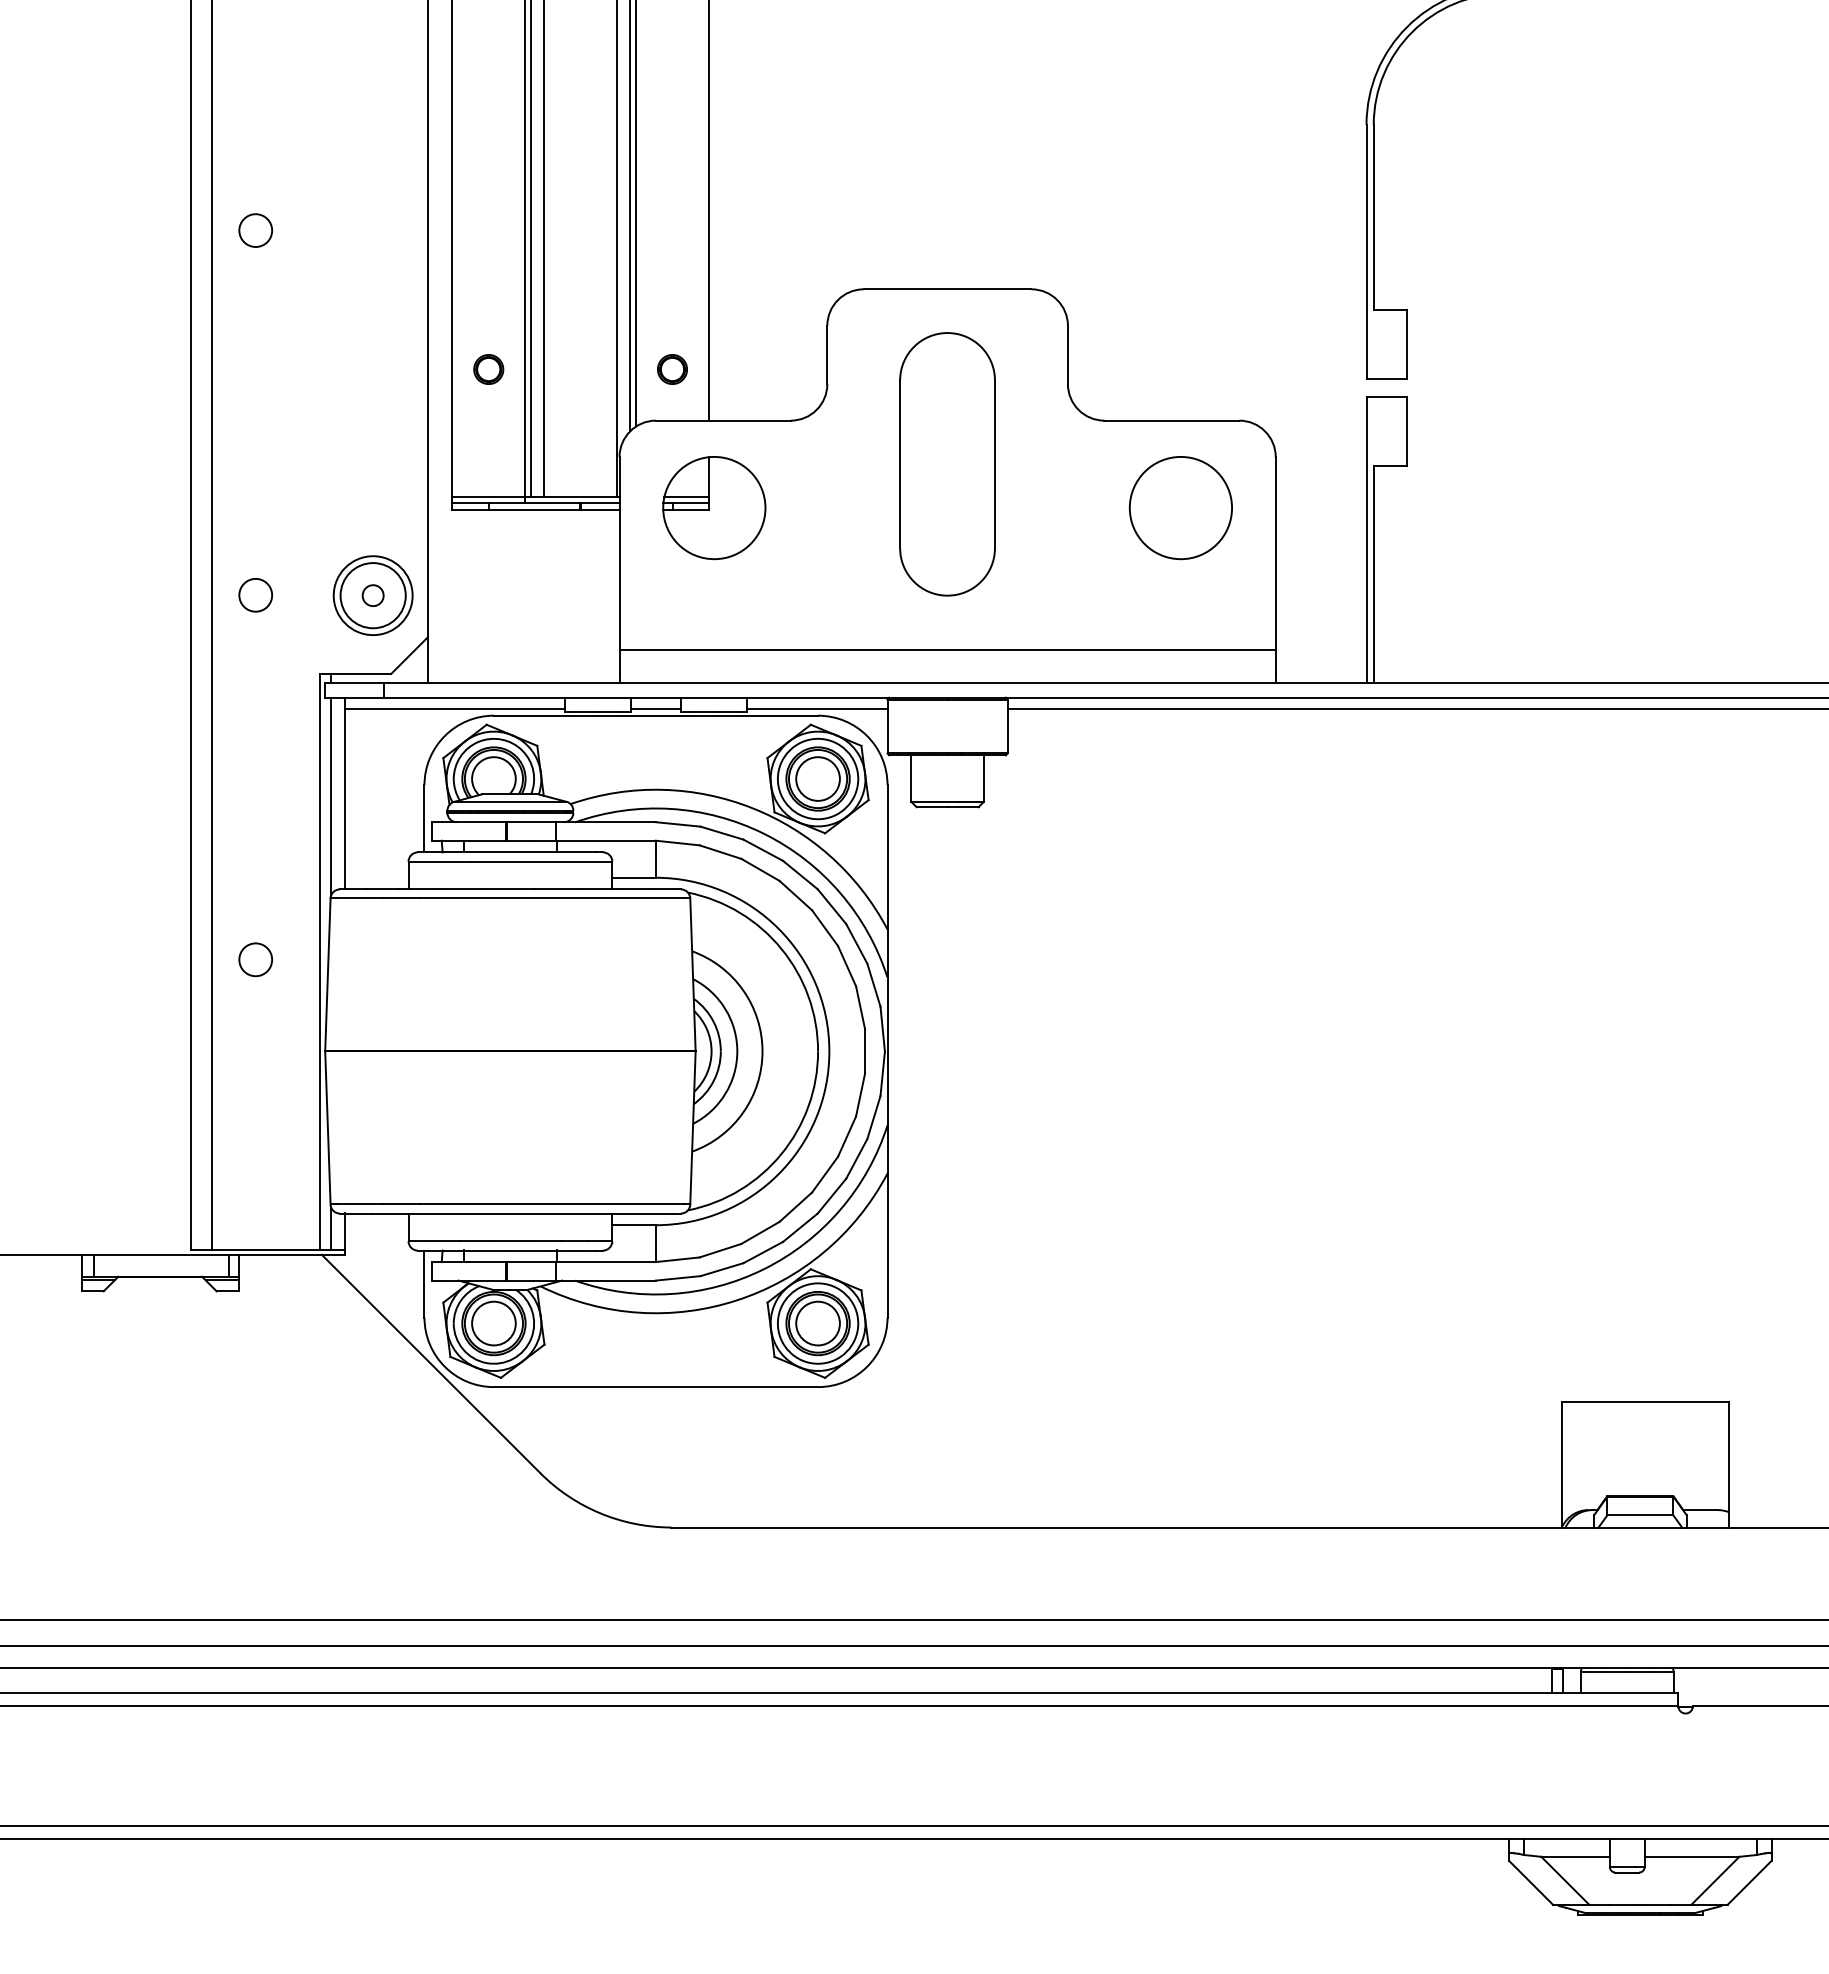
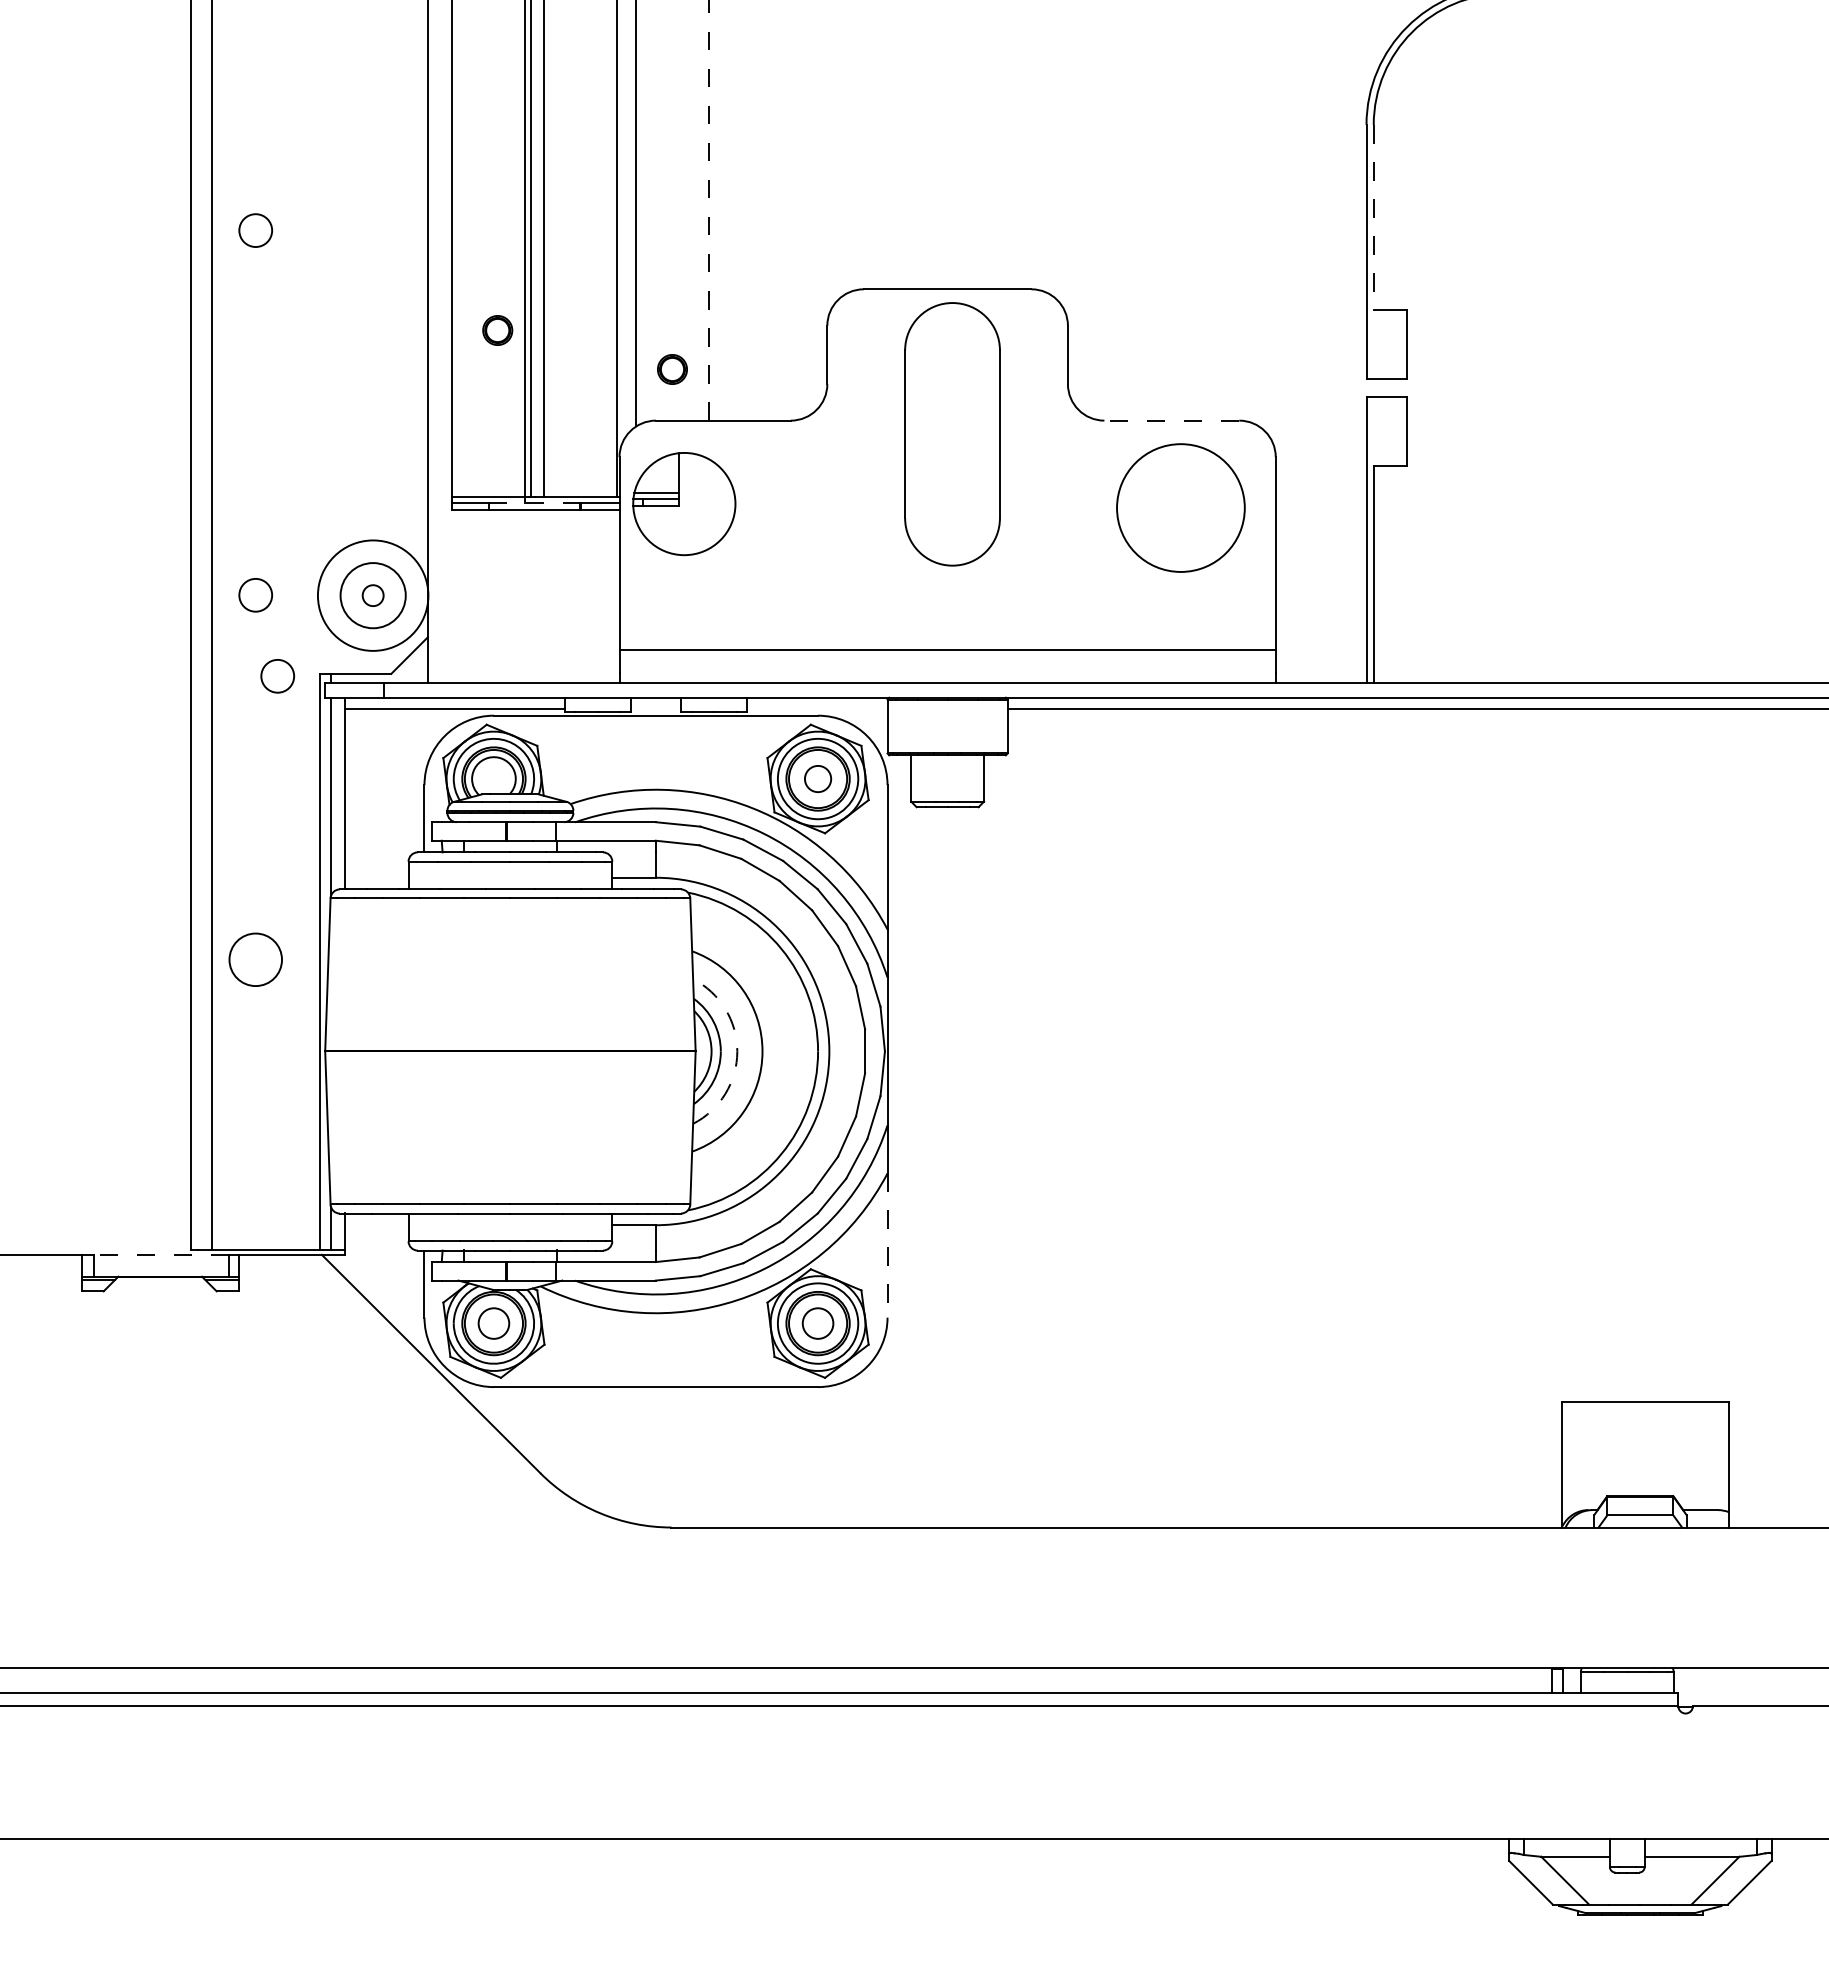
line at (708, 210): solid -> dashed
line at (630, 216): present -> none
line at (1373, 217): solid -> dashed
part at (488, 369) position: (488, 369) -> (497, 330)
line at (1171, 420): solid -> dashed
part at (947, 464) position: (947, 464) -> (952, 434)
line at (534, 503): solid -> dashed
circle at (1180, 507) diameter: 102 px -> 128 px
part at (714, 508) position: (714, 508) -> (684, 504)
circle at (372, 595) diameter: 79 px -> 110 px
circle at (277, 676): none -> present
line at (655, 708): present -> none
line at (816, 708): present -> none
circle at (817, 778) diameter: 44 px -> 26 px
circle at (255, 959) diameter: 33 px -> 53 px
arc at (737, 1051): solid -> dashed
line at (887, 1245): solid -> dashed
line at (161, 1254): solid -> dashed
circle at (493, 1323) diameter: 44 px -> 31 px
circle at (817, 1323) diameter: 44 px -> 31 px
line at (913, 1620): present -> none
line at (913, 1645): present -> none
line at (913, 1825): present -> none
